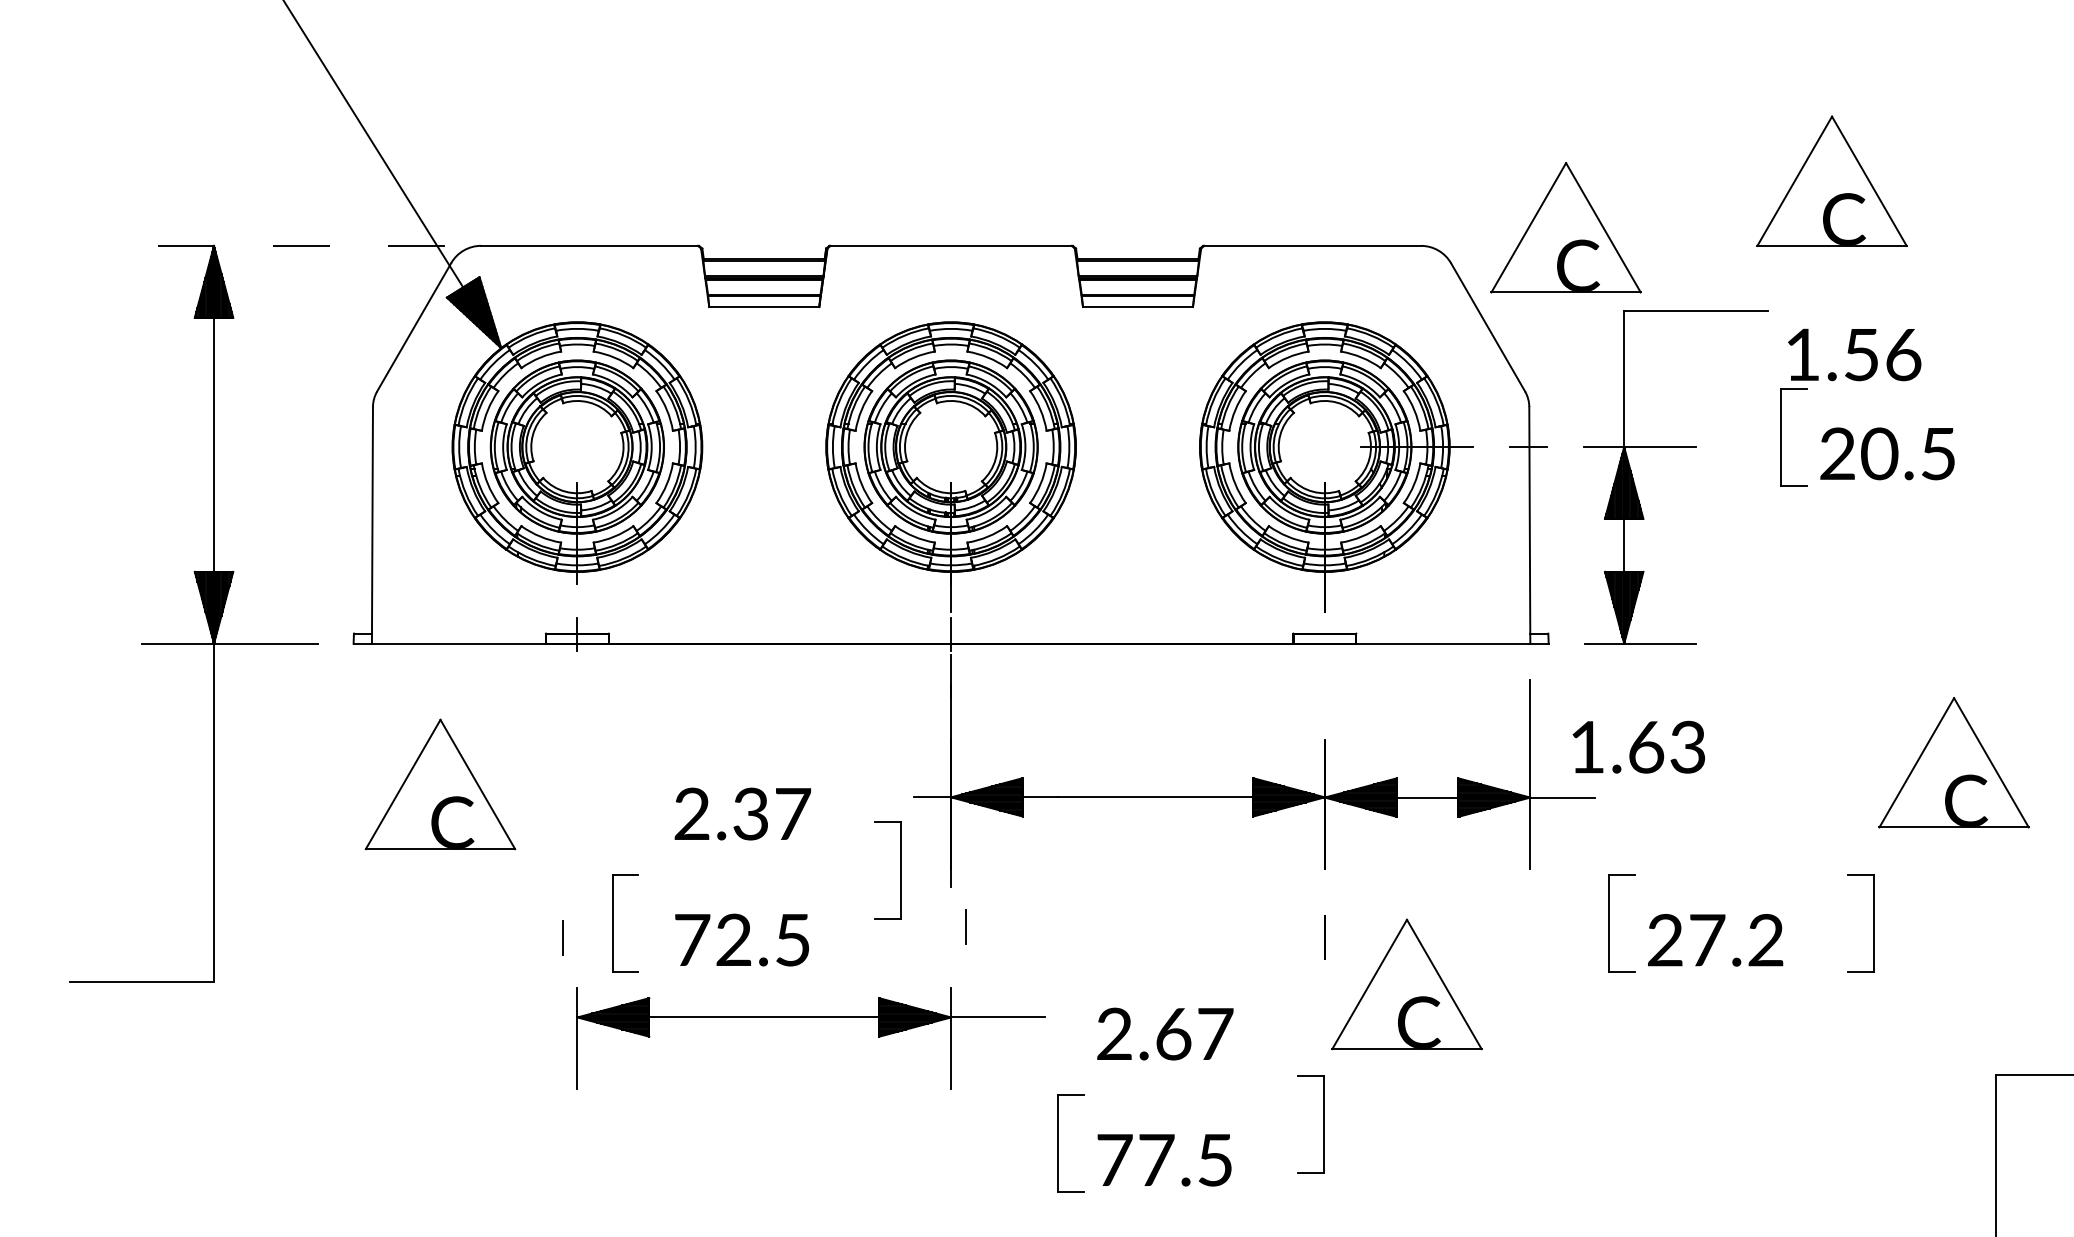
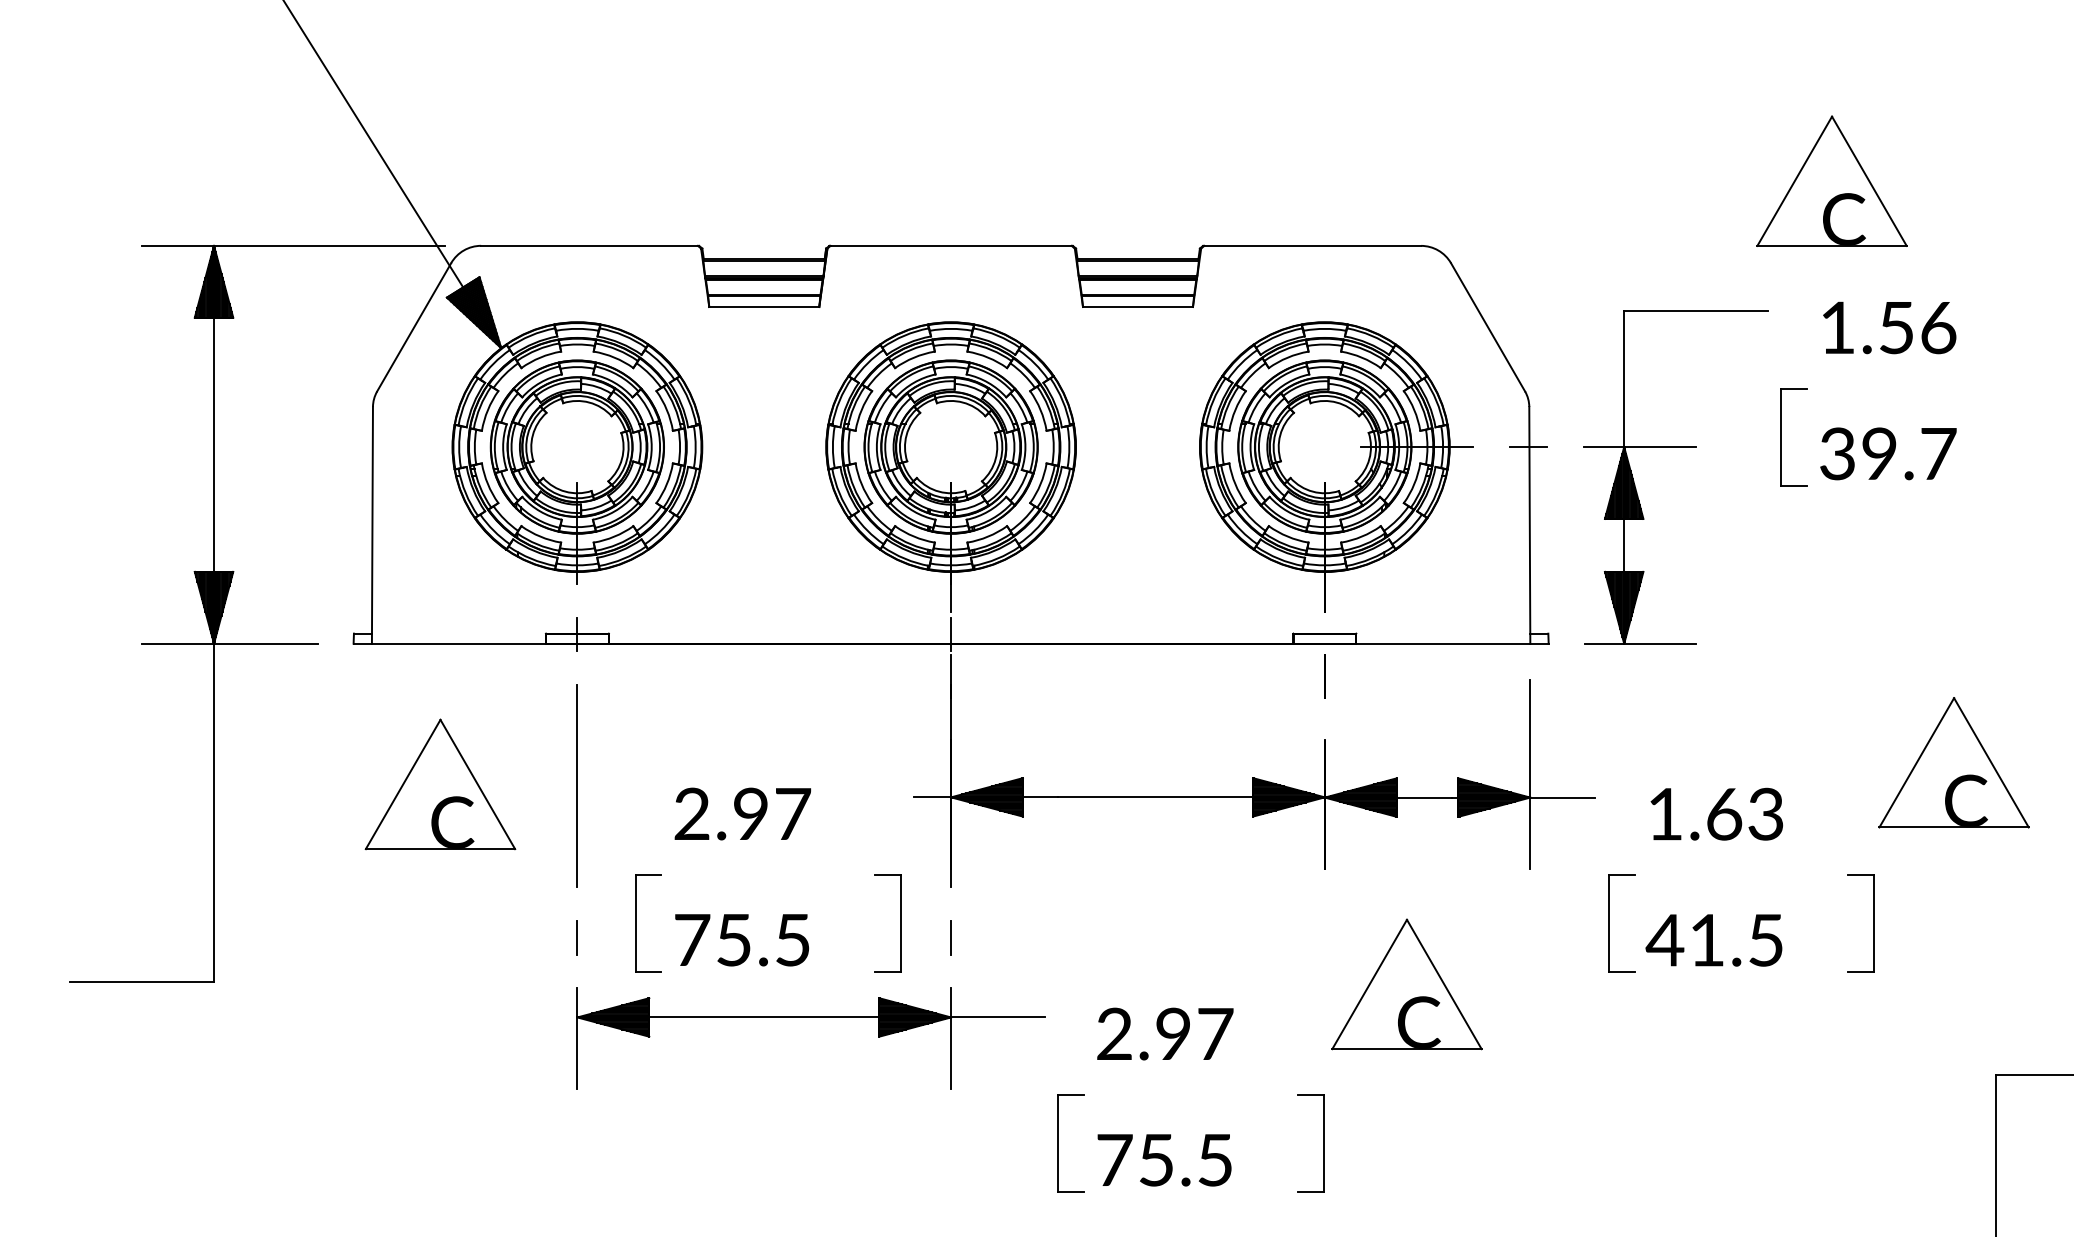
part at (1565, 227): present -> none
line at (293, 245): dashed -> solid
text at (1854, 354) position: (1854, 354) -> (1889, 327)
text at (1888, 454): 20.5 -> 39.7
text at (1638, 746) position: (1638, 746) -> (1716, 813)
line at (577, 786): none -> present
text at (750, 813): 2.37 -> 2.97
part at (900, 870) position: (900, 870) -> (900, 923)
part at (613, 923) position: (613, 923) -> (636, 923)
line at (965, 926) position: (965, 926) -> (950, 937)
line at (562, 937) position: (562, 937) -> (576, 937)
line at (1324, 937) position: (1324, 937) -> (1324, 676)
text at (733, 939): 72.5 -> 75.5
text at (1714, 940): 27.2 -> 41.5
text at (1173, 1033): 2.67 -> 2.97
part at (1323, 1124) position: (1323, 1124) -> (1323, 1143)
text at (1156, 1160): 77.5 -> 75.5
